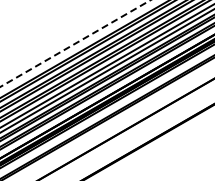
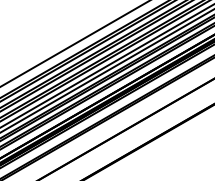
line at (75, 43): dashed -> solid
